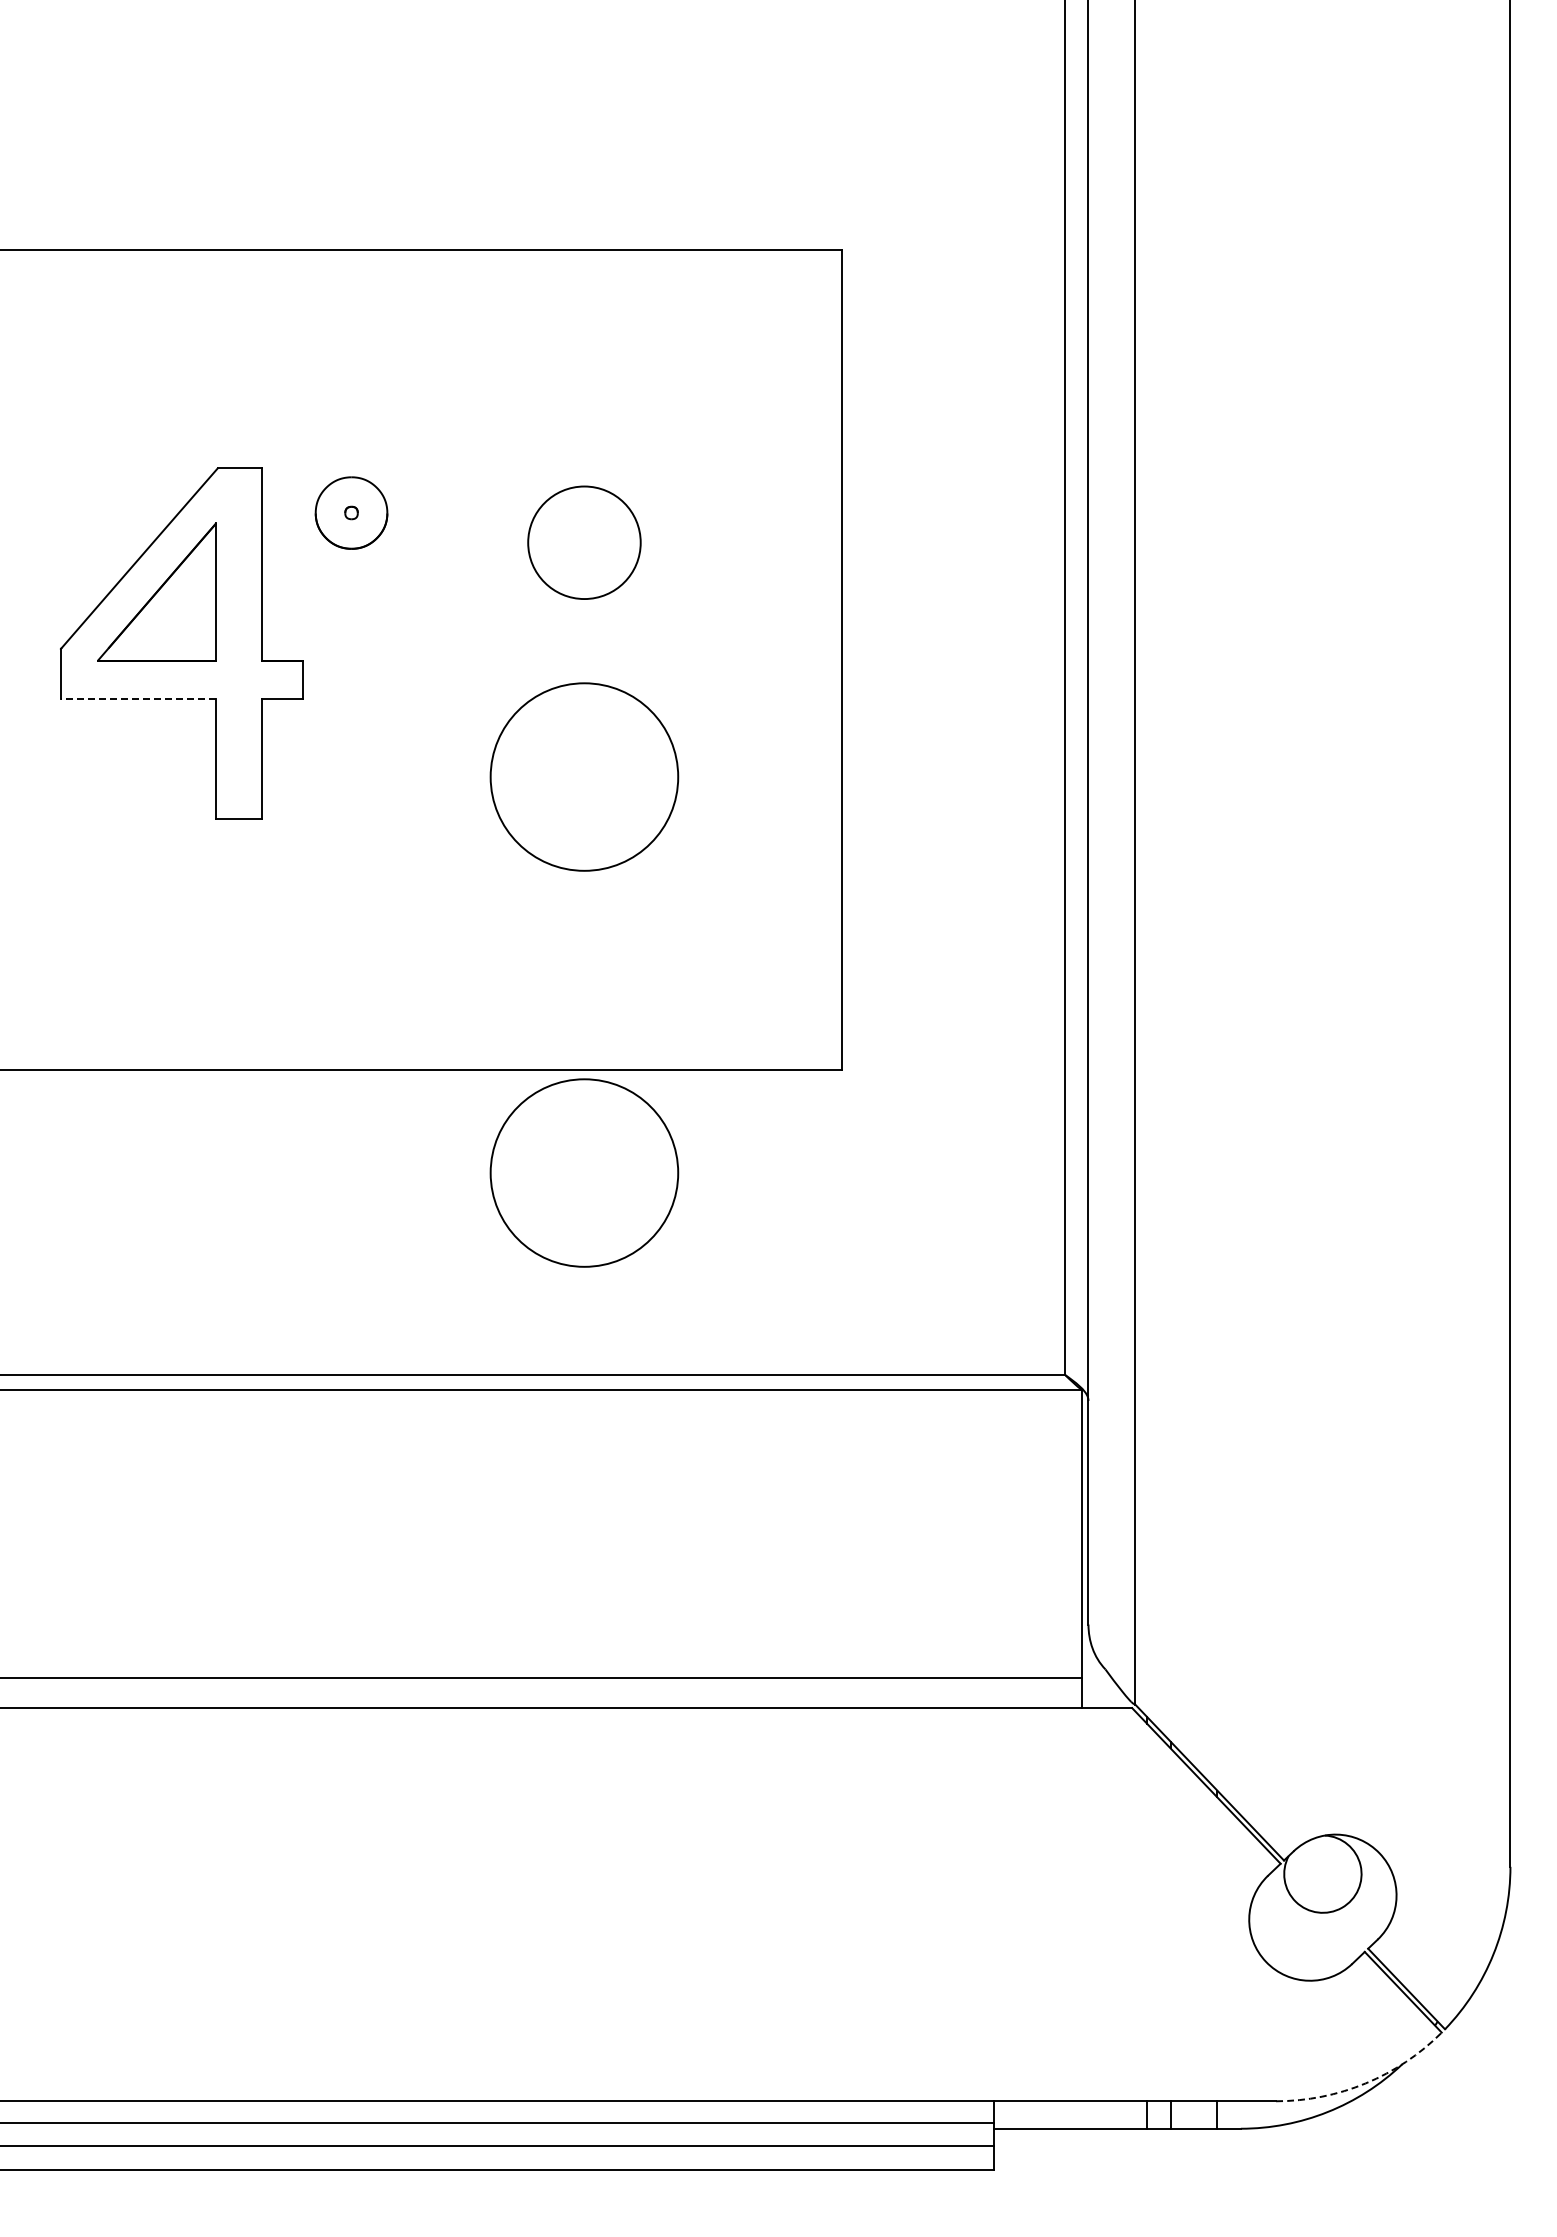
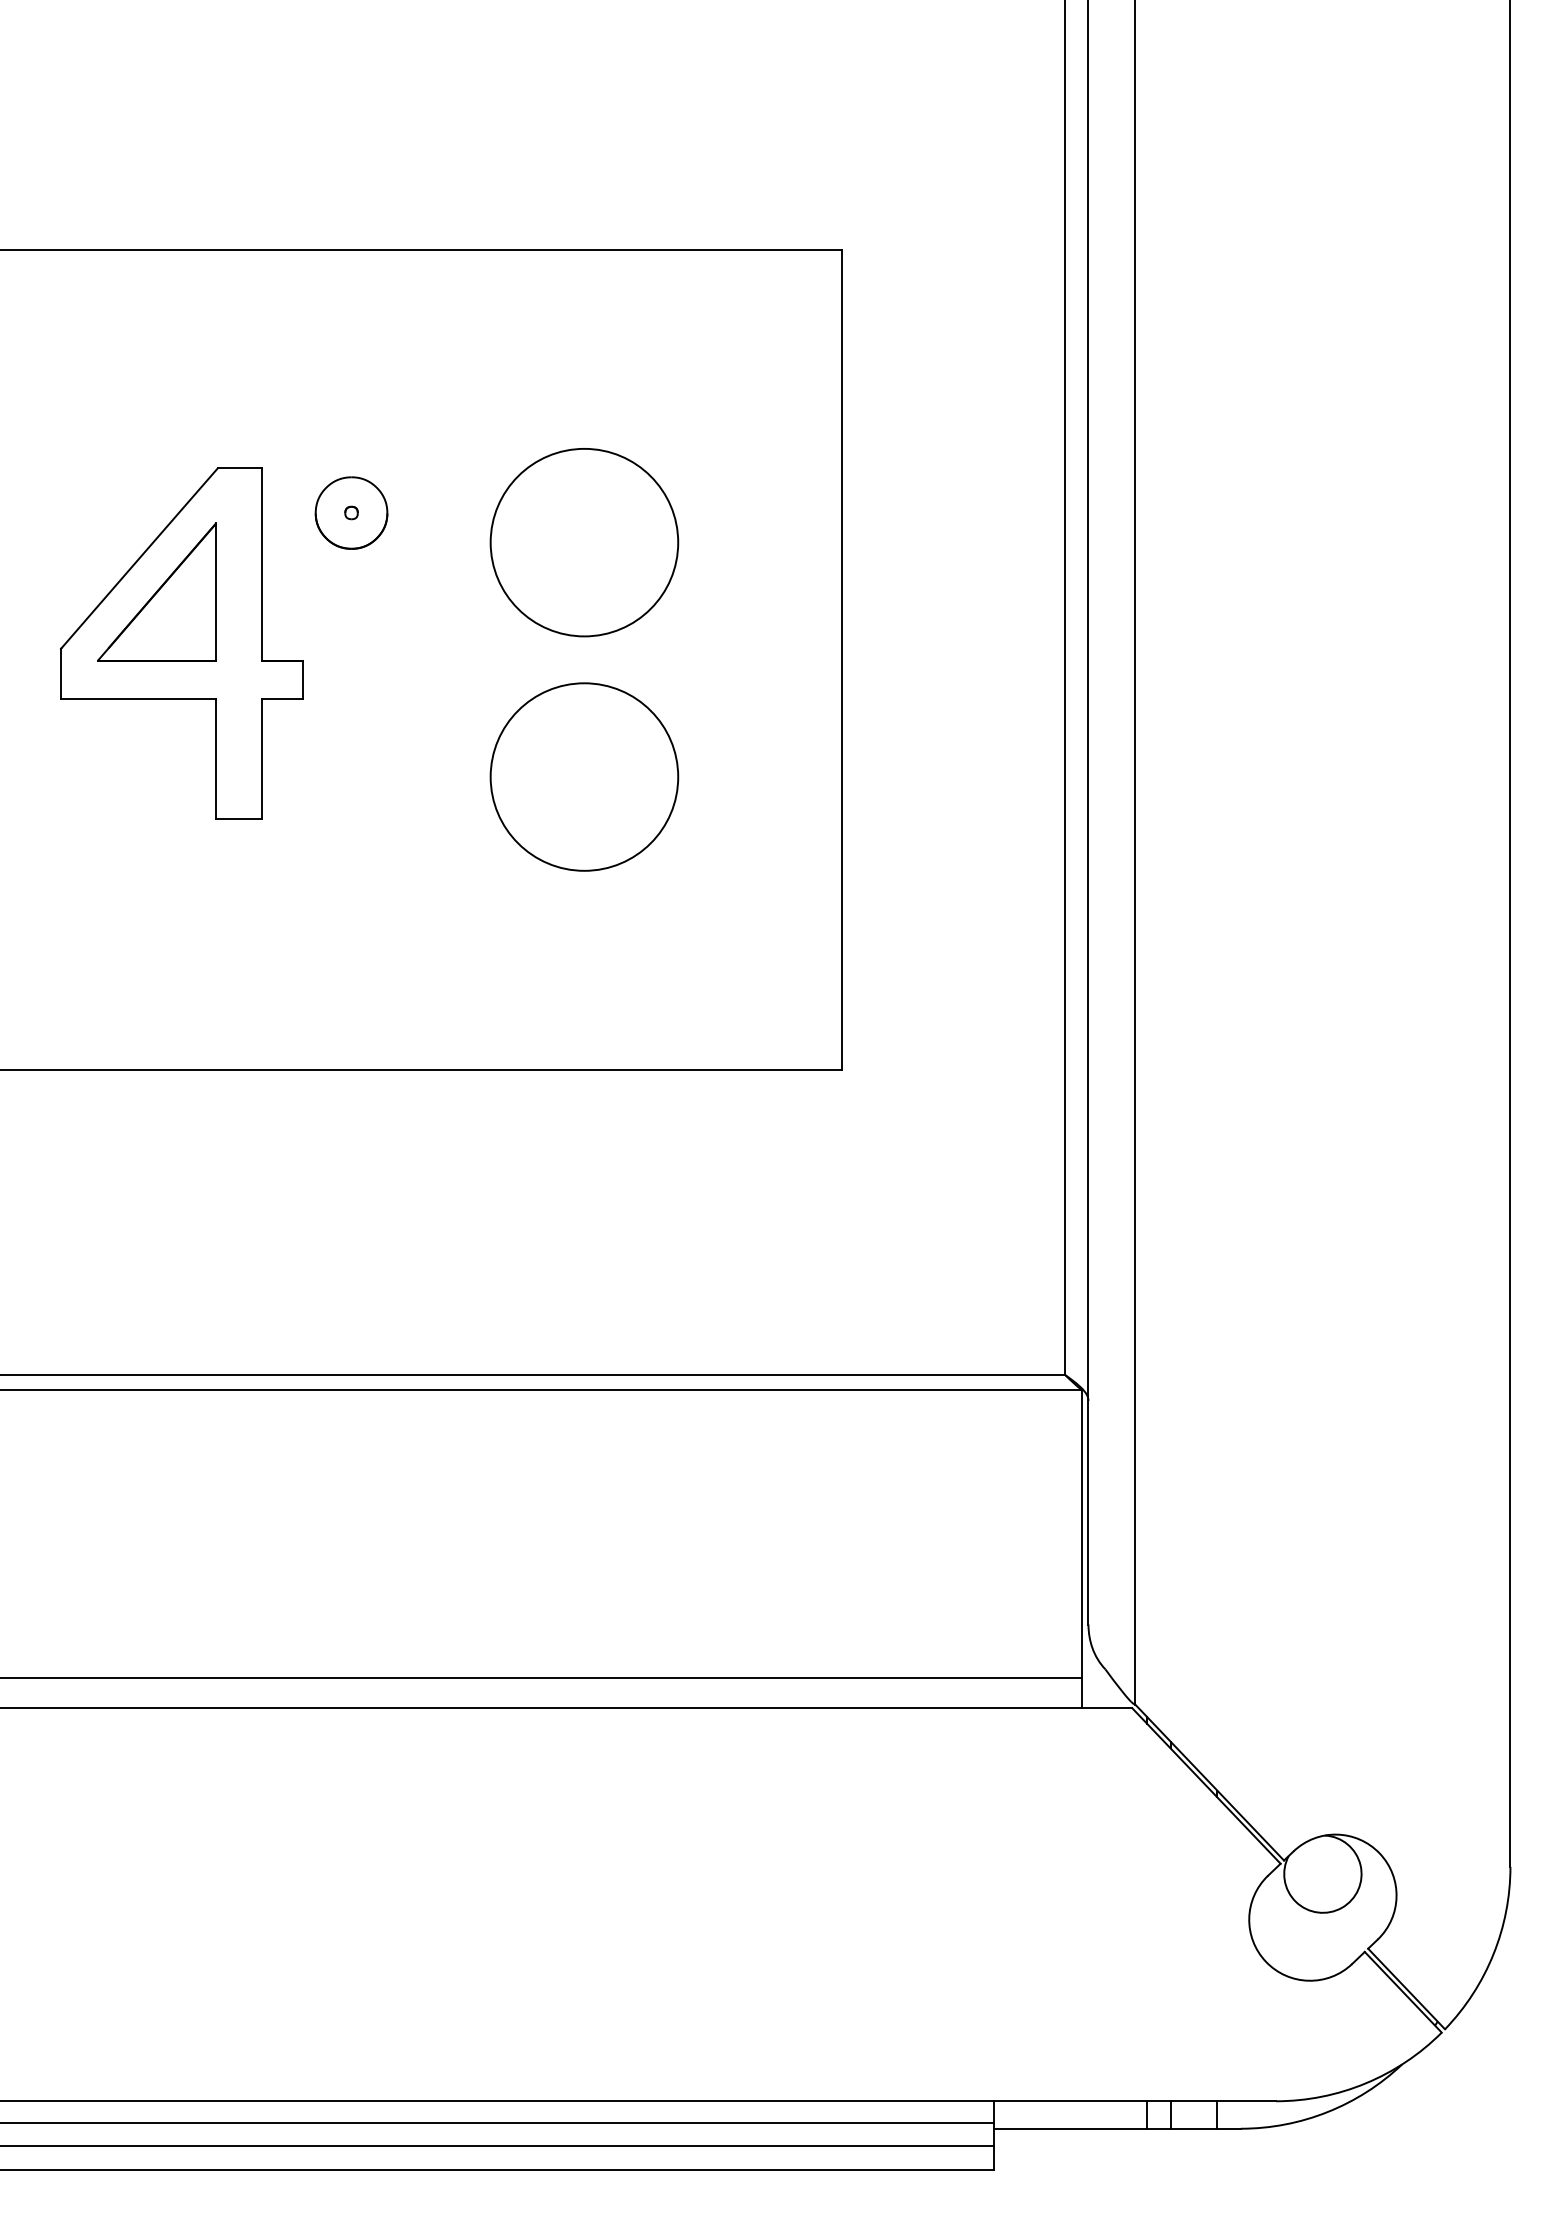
circle at (584, 542) size: 115x115 px -> 191x190 px
line at (138, 698): dashed -> solid
circle at (584, 1172): present -> none
arc at (1365, 2083): dashed -> solid
